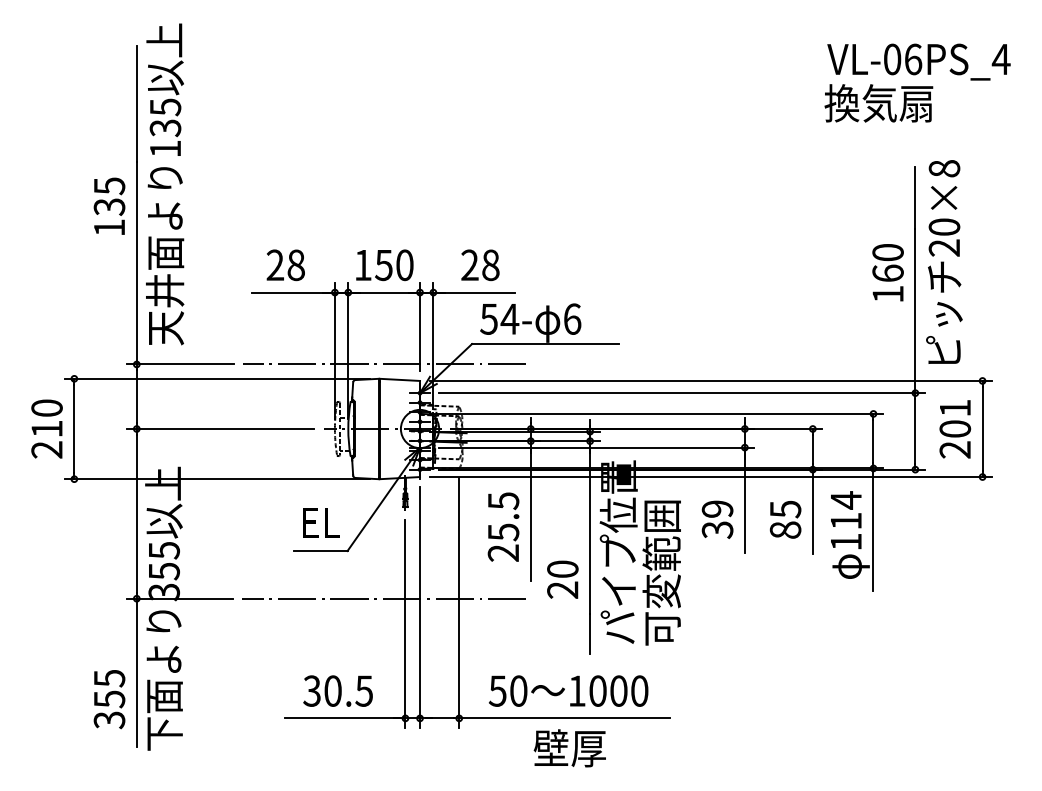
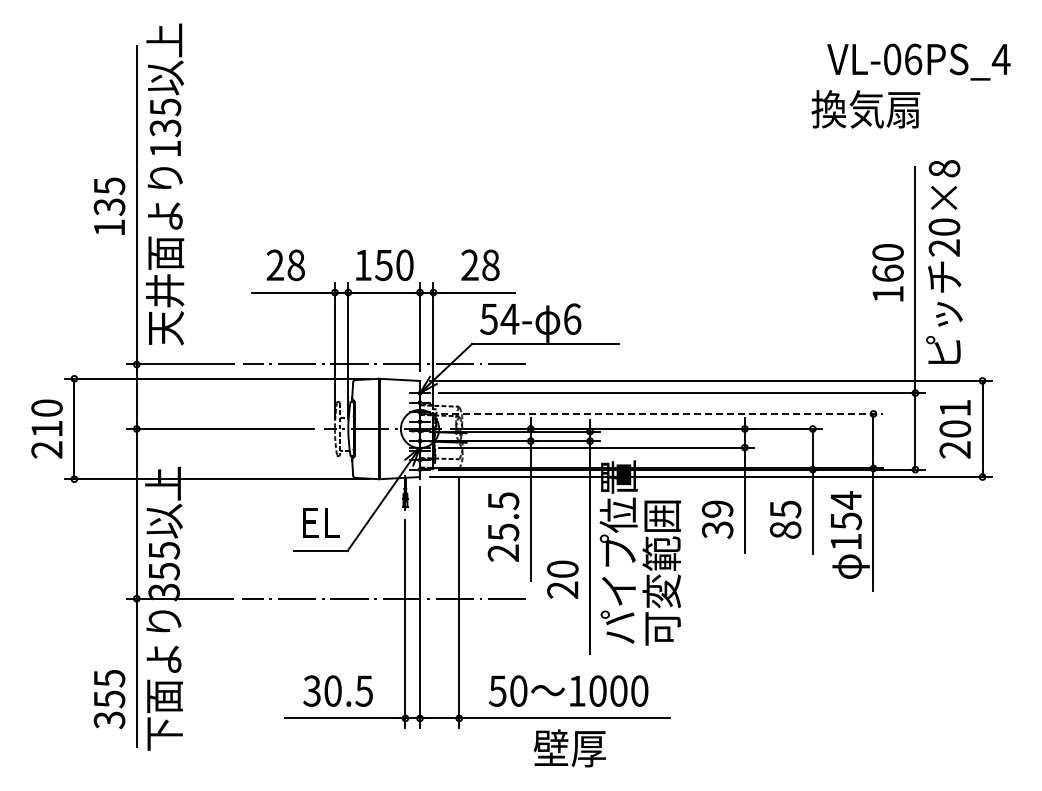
text at (878, 103) position: (878, 103) -> (865, 109)
line at (657, 413): solid -> dashed
text at (846, 521): 114 -> 154
